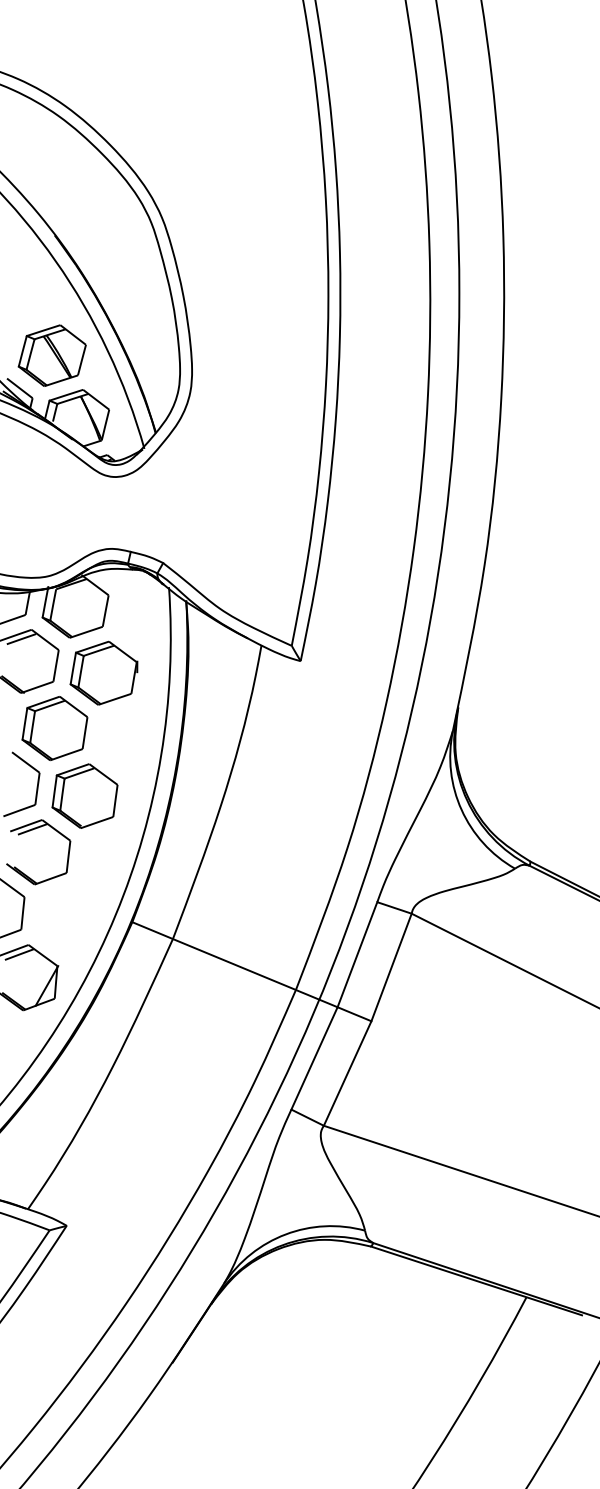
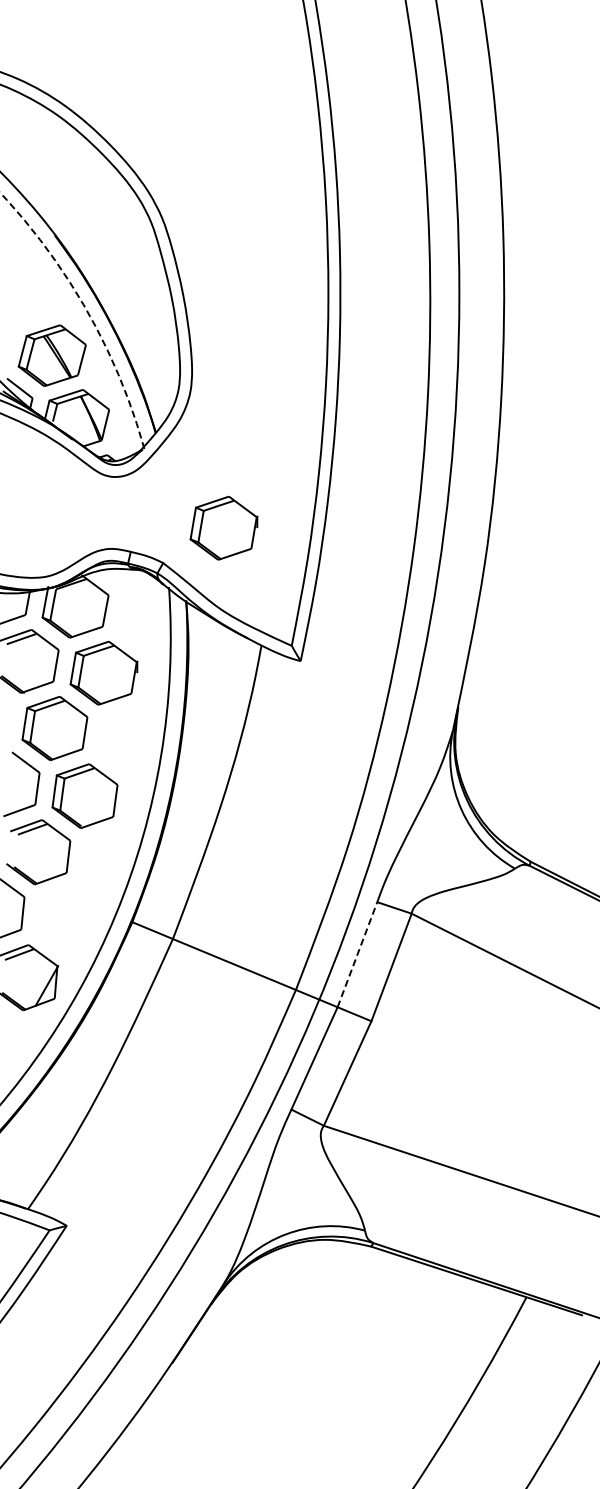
arc at (87, 311): solid -> dashed
part at (223, 527): none -> present
line at (357, 954): solid -> dashed
